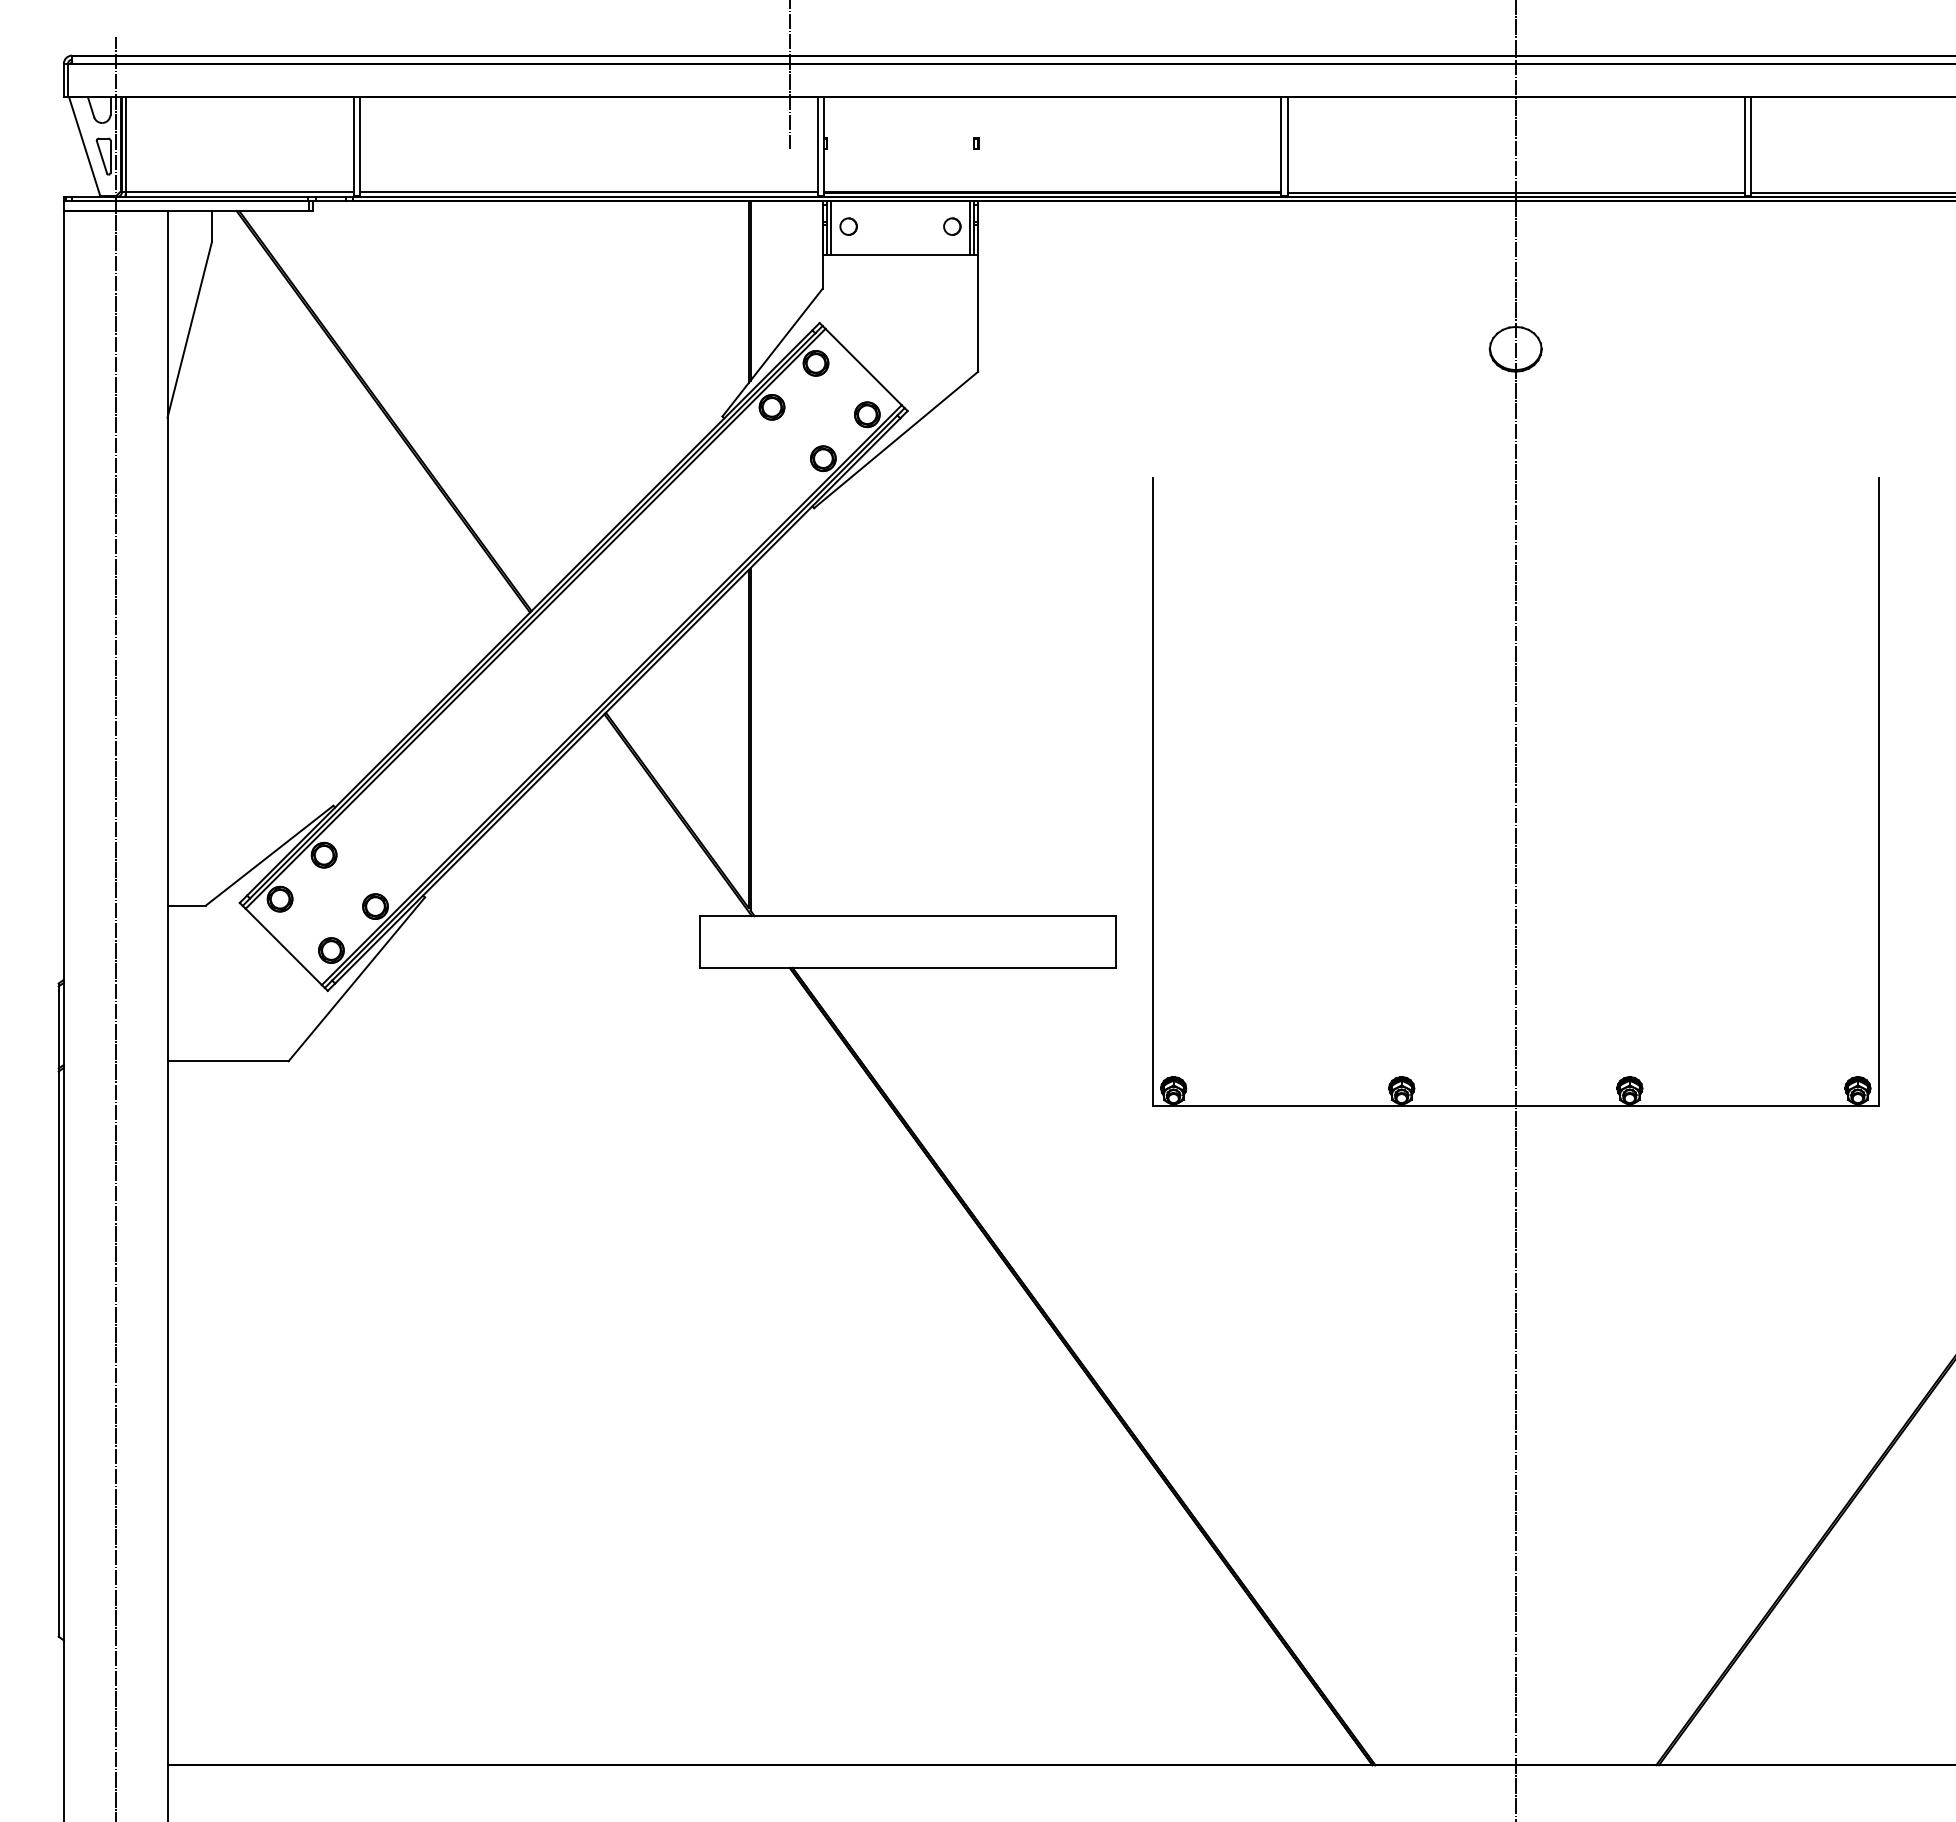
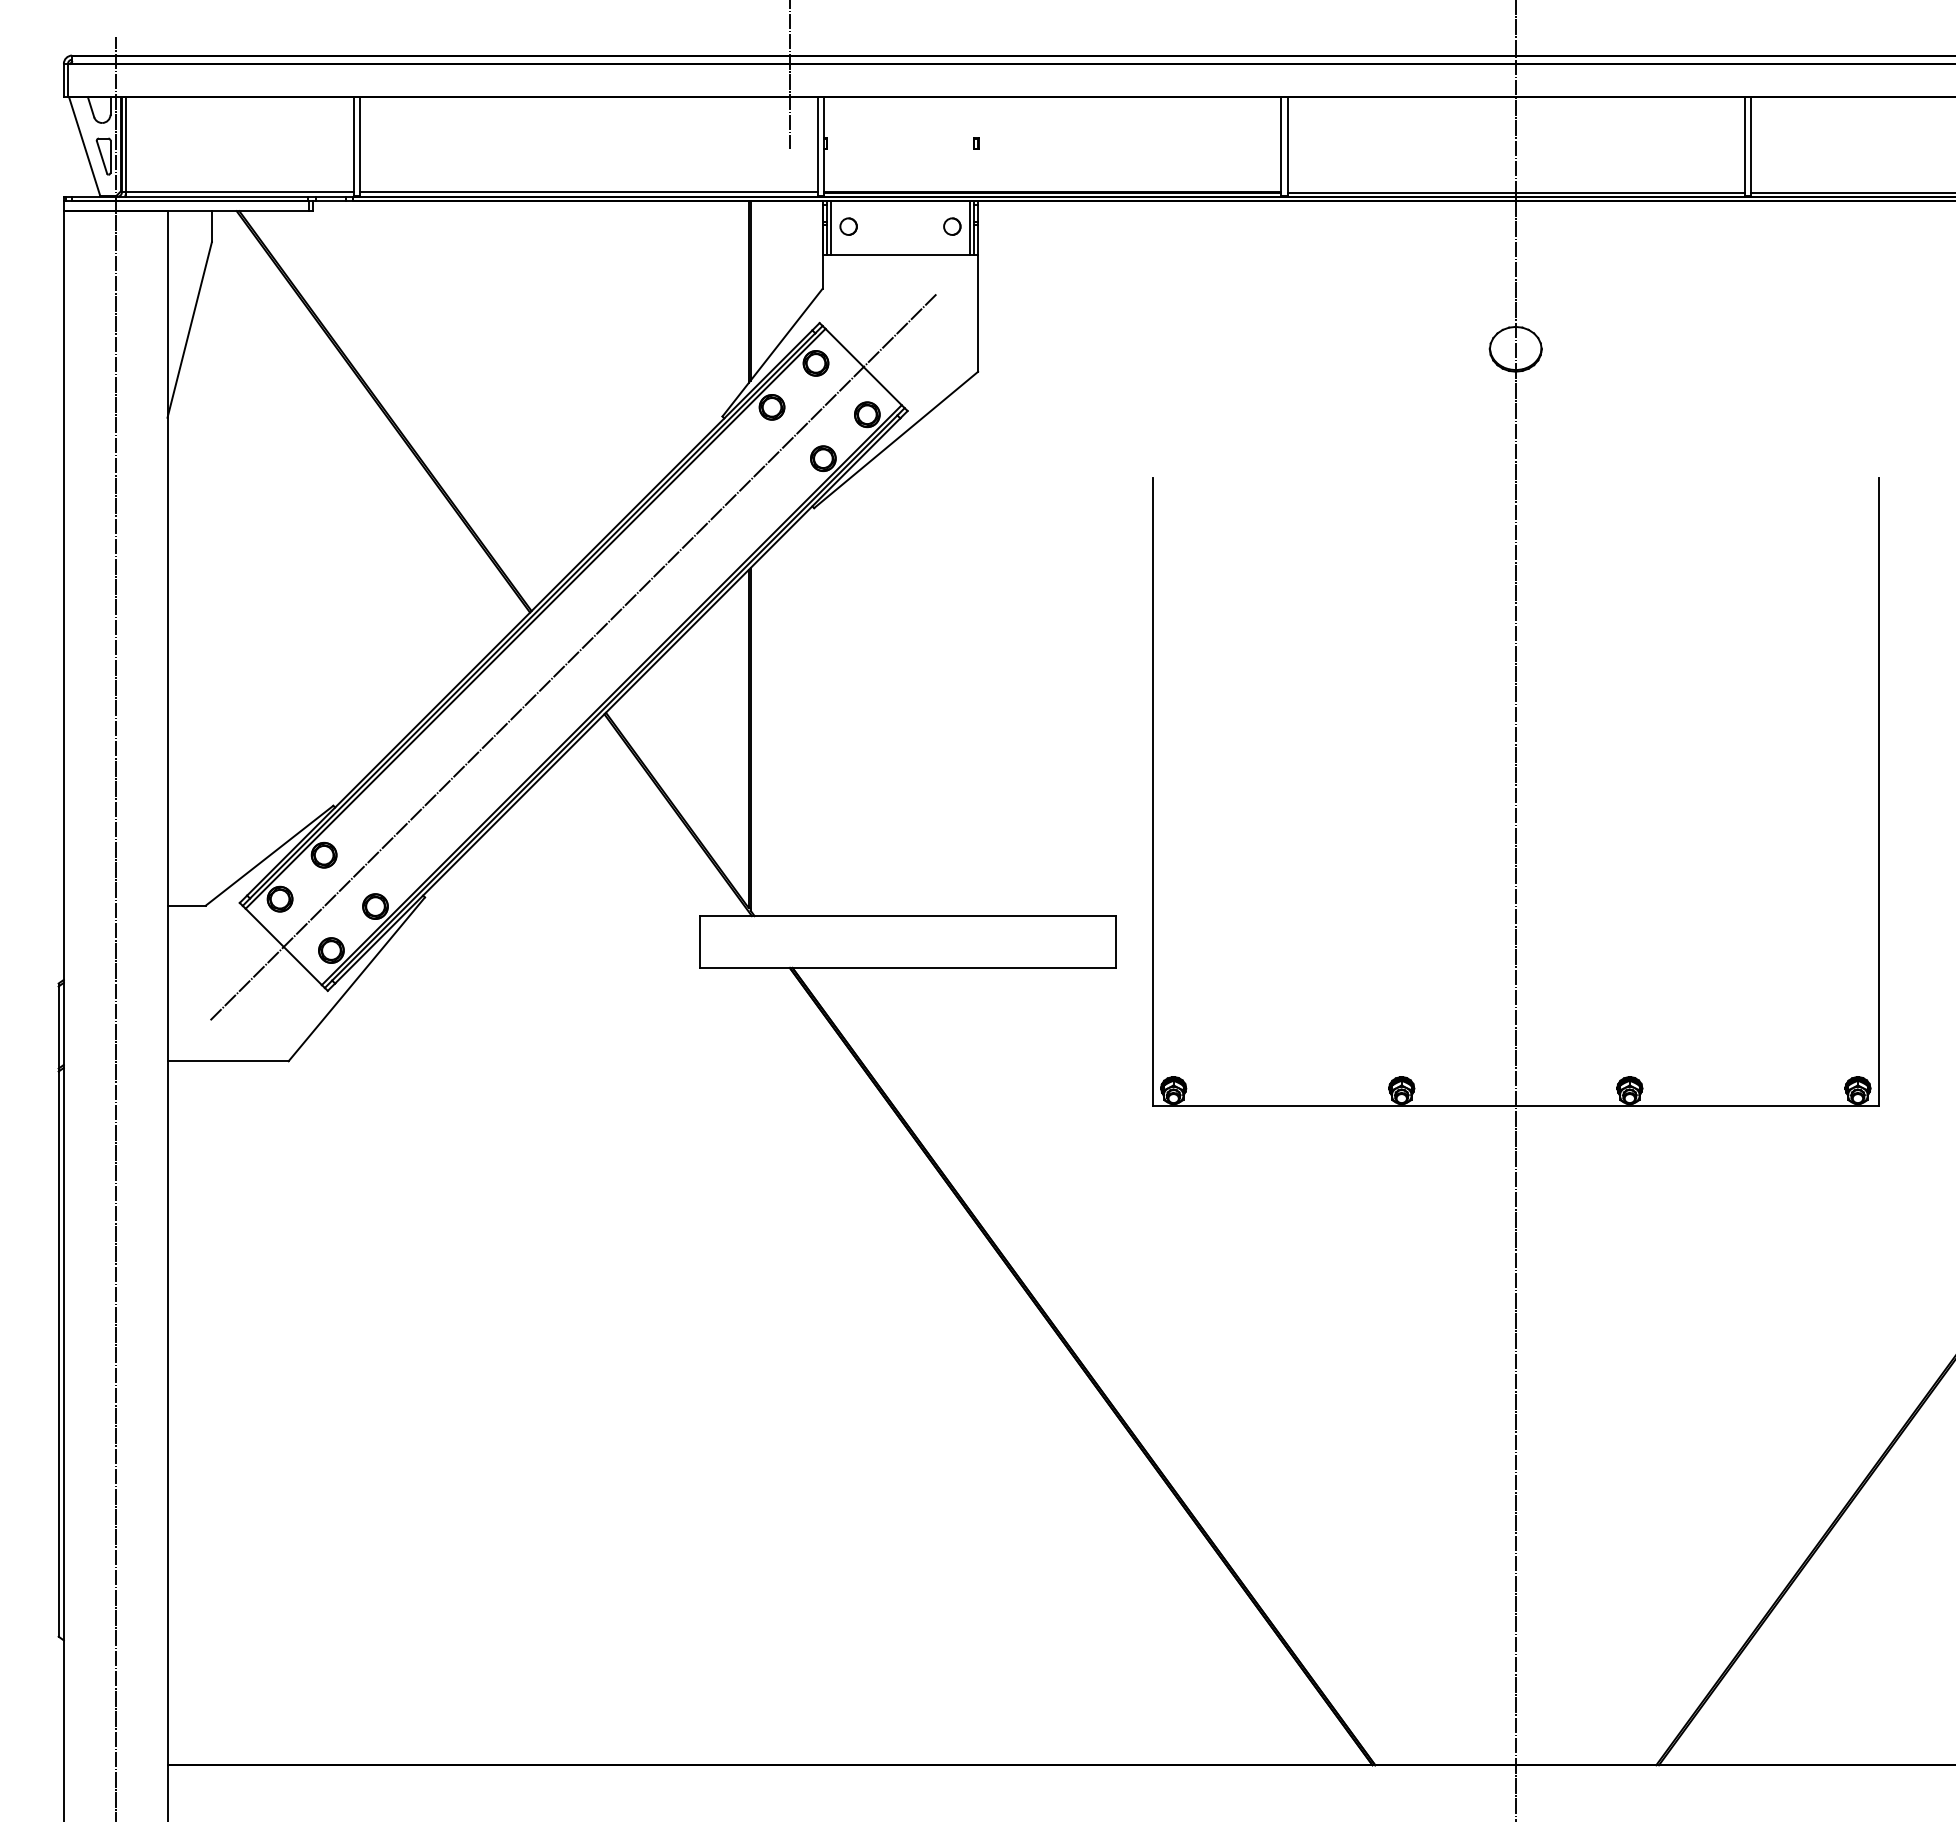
line at (573, 656): none -> present
